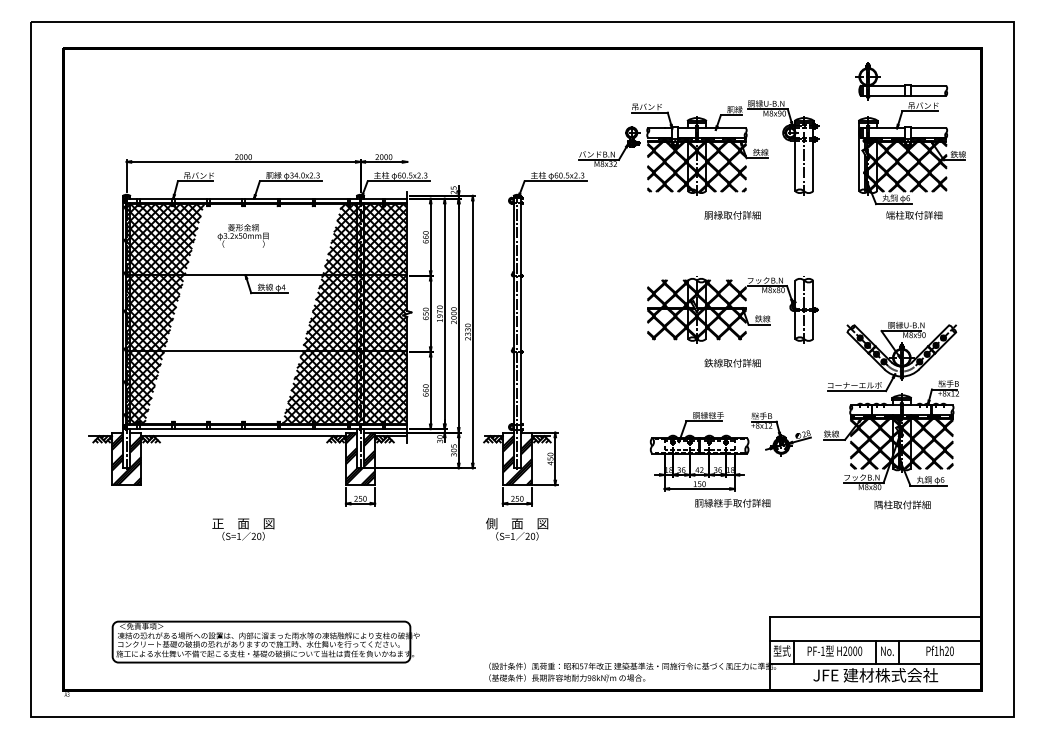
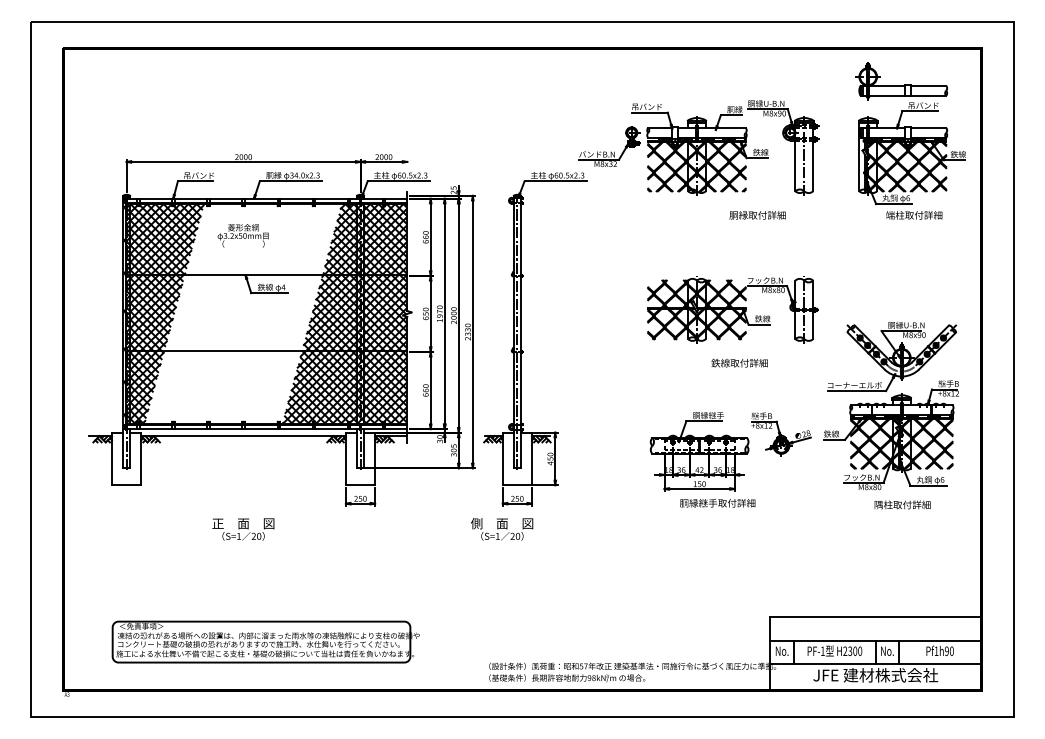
text at (732, 215) position: (732, 215) -> (757, 215)
text at (732, 362) position: (732, 362) -> (739, 362)
hatch at (360, 458): present -> none
hatch at (517, 458): present -> none
hatch at (126, 459): present -> none
text at (732, 503) position: (732, 503) -> (717, 503)
text at (517, 529) position: (517, 529) -> (502, 529)
text at (781, 650): 型式 -> No.
text at (850, 650): H2000 -> H2300
text at (946, 651): Pf1h20 -> Pf1h90
